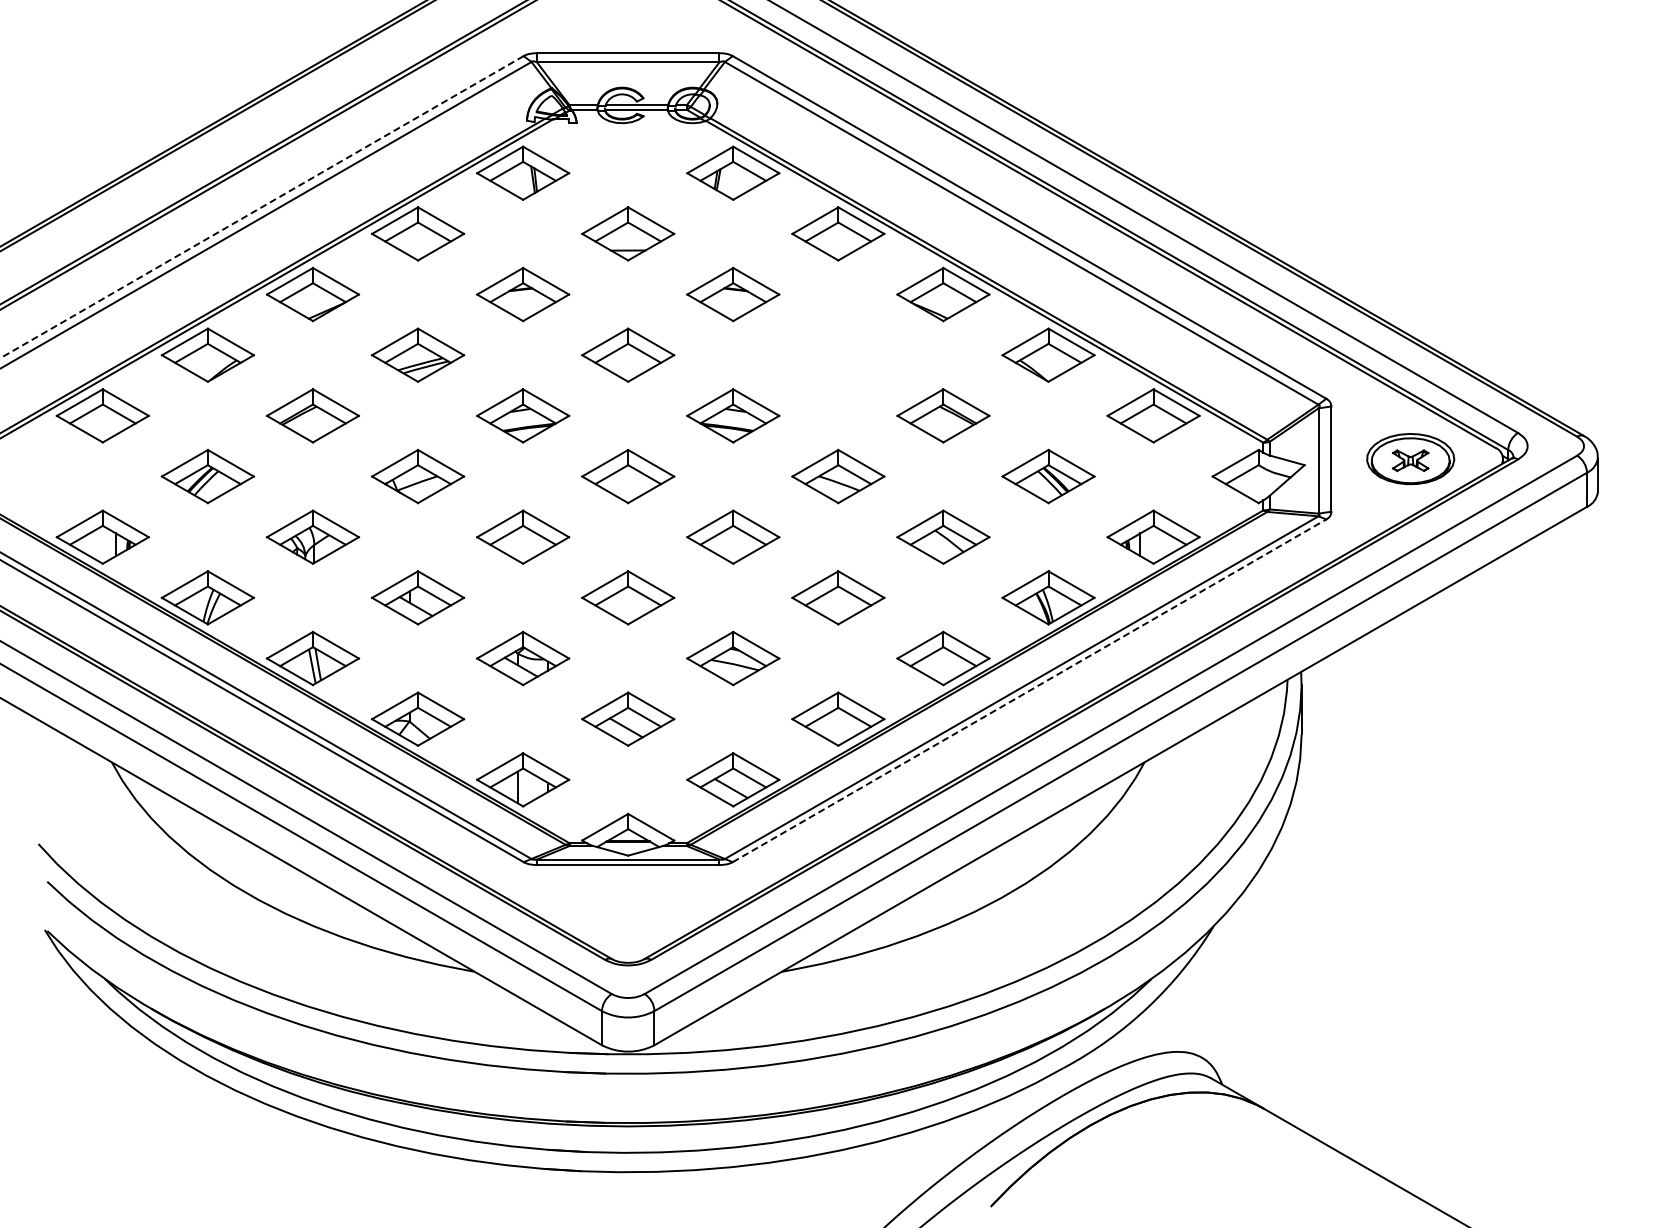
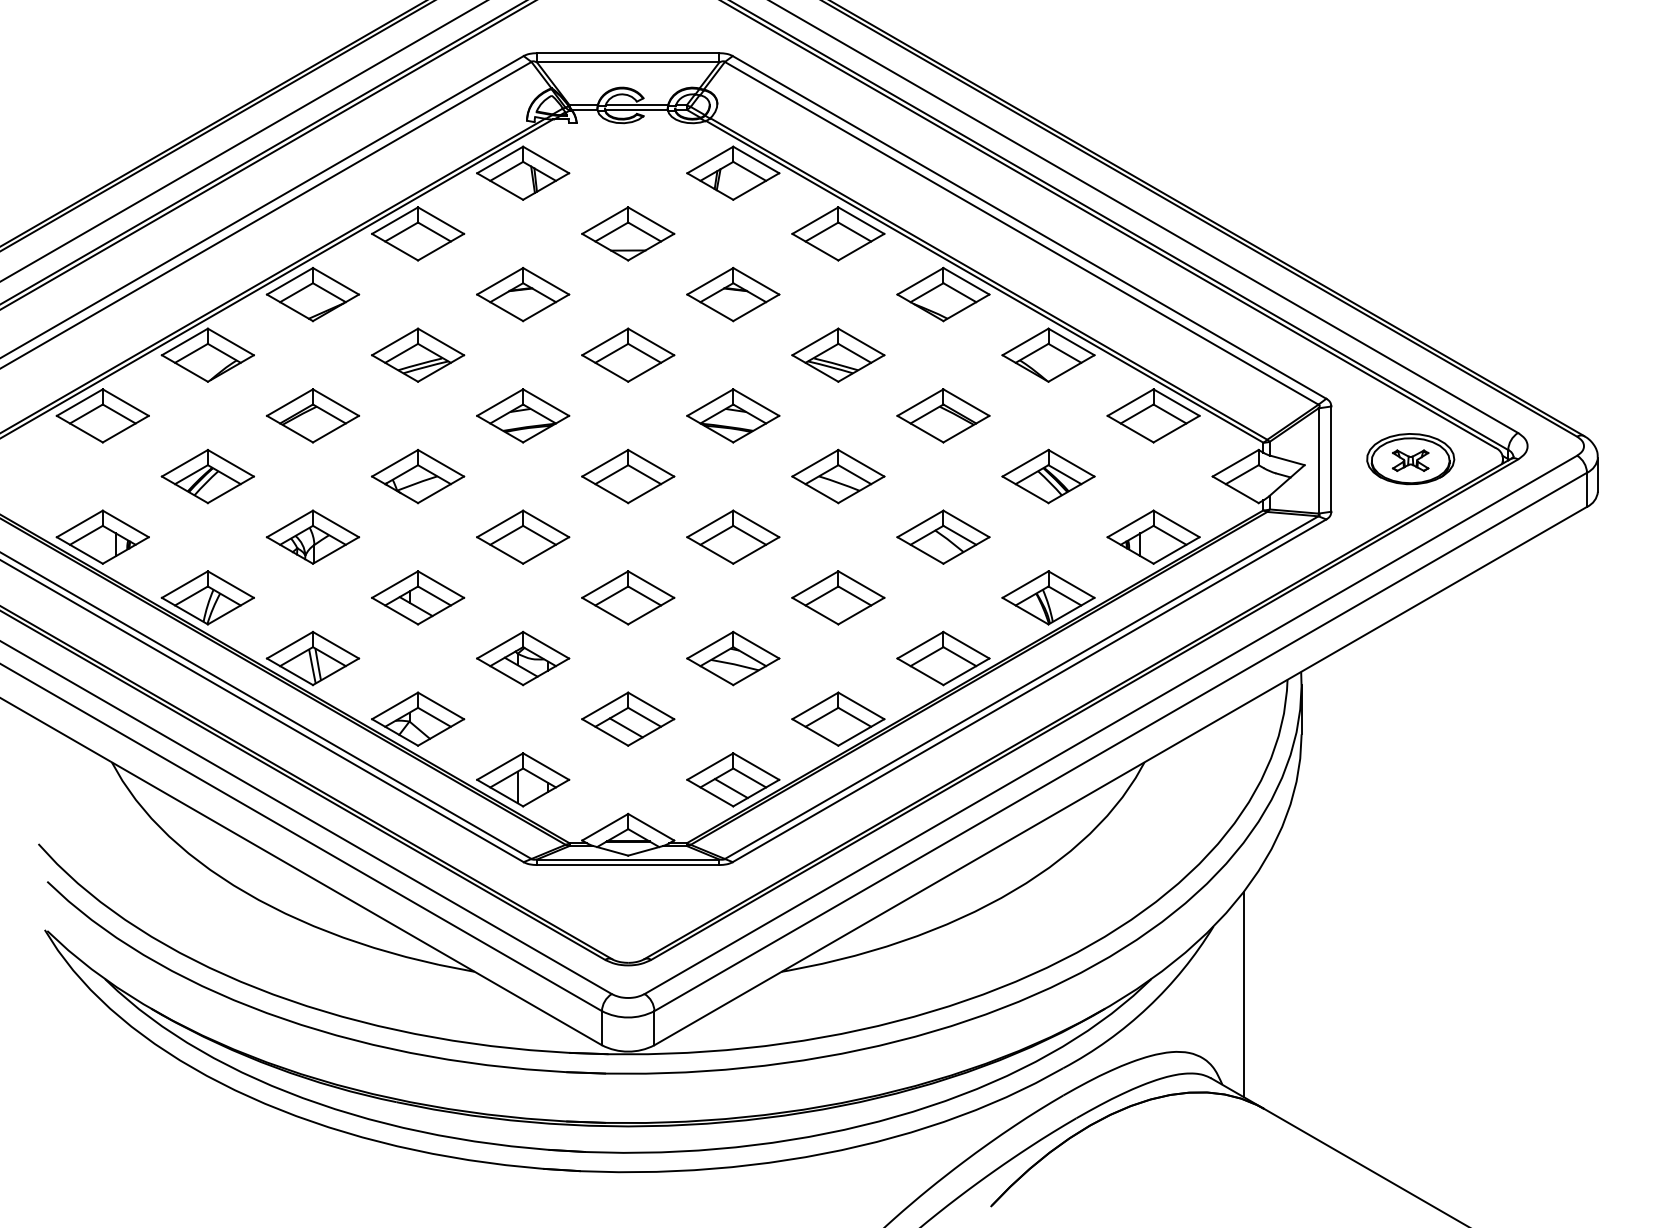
line at (243, 141): none -> present
line at (261, 207): dashed -> solid
part at (838, 354): none -> present
line at (1029, 690): dashed -> solid
line at (1243, 994): none -> present
